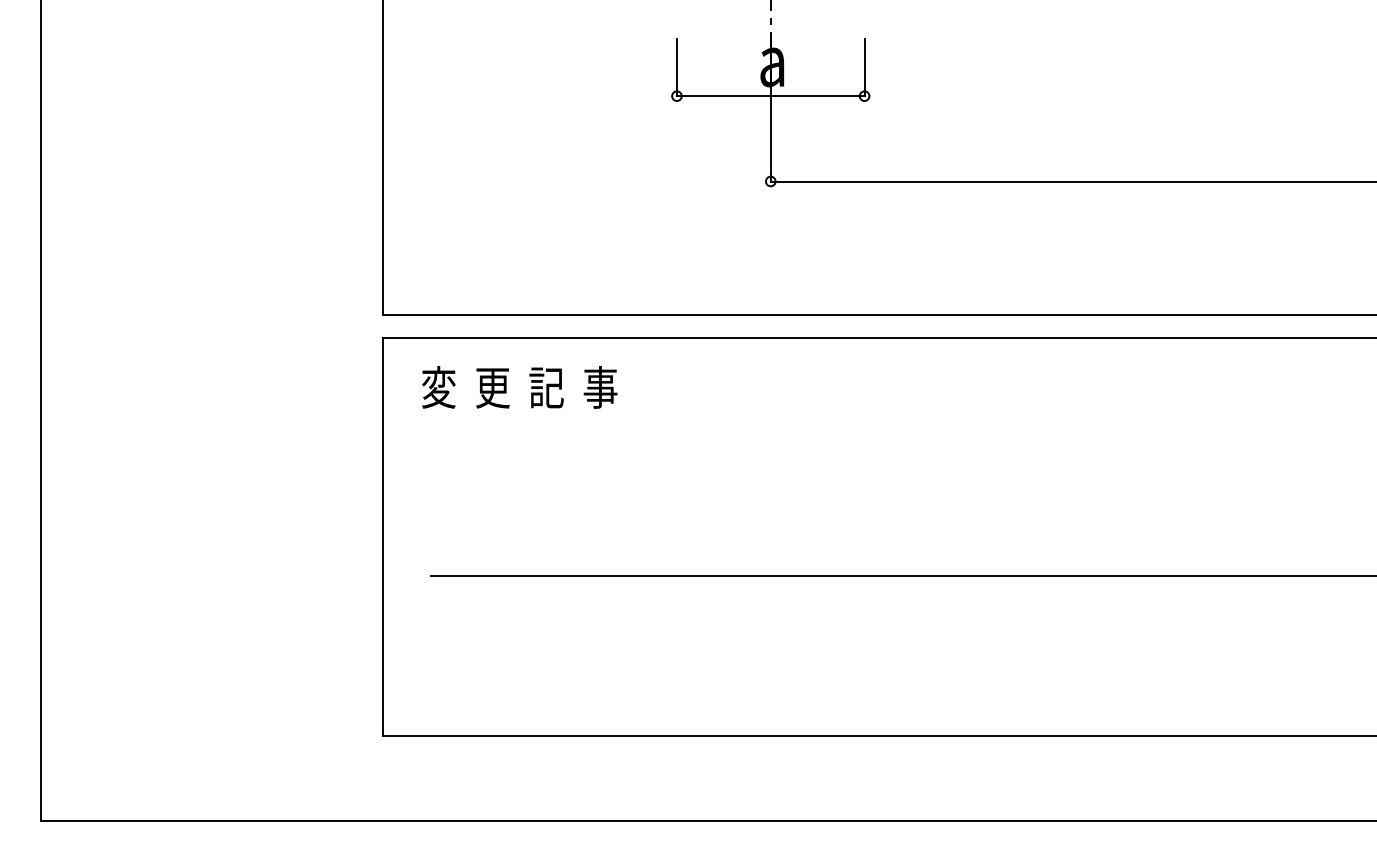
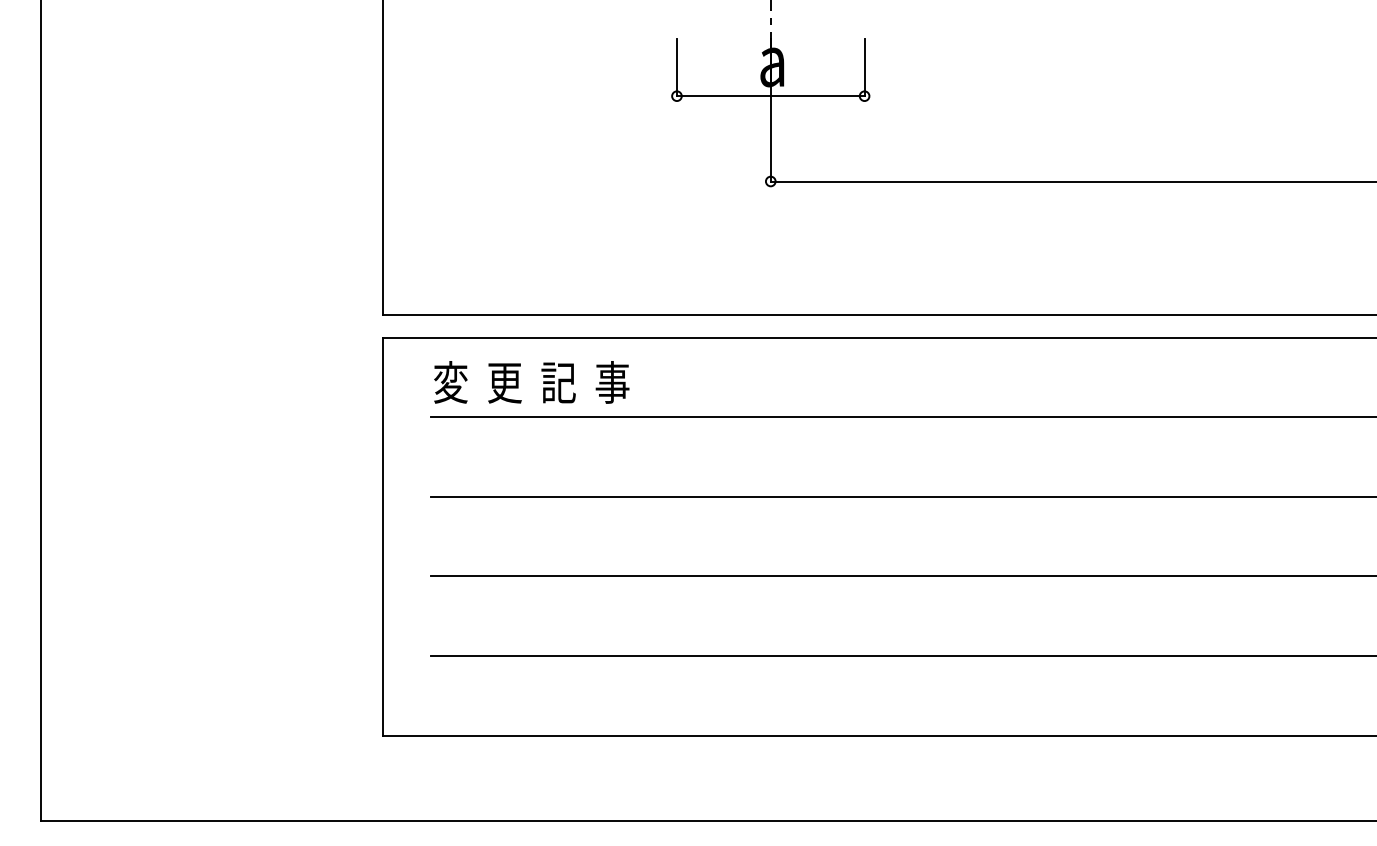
text at (519, 387) position: (519, 387) -> (531, 382)
line at (901, 417): none -> present
line at (901, 496): none -> present
line at (901, 655): none -> present
